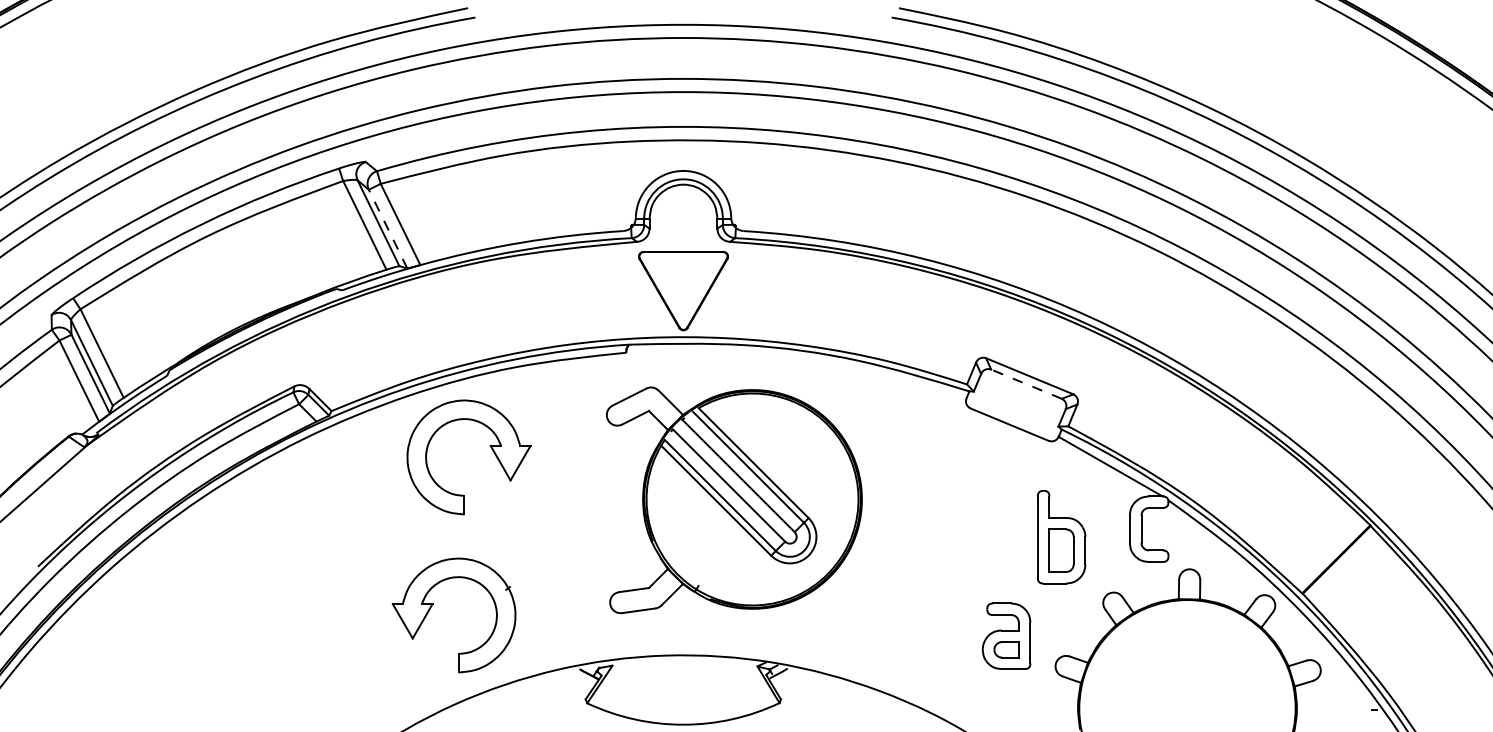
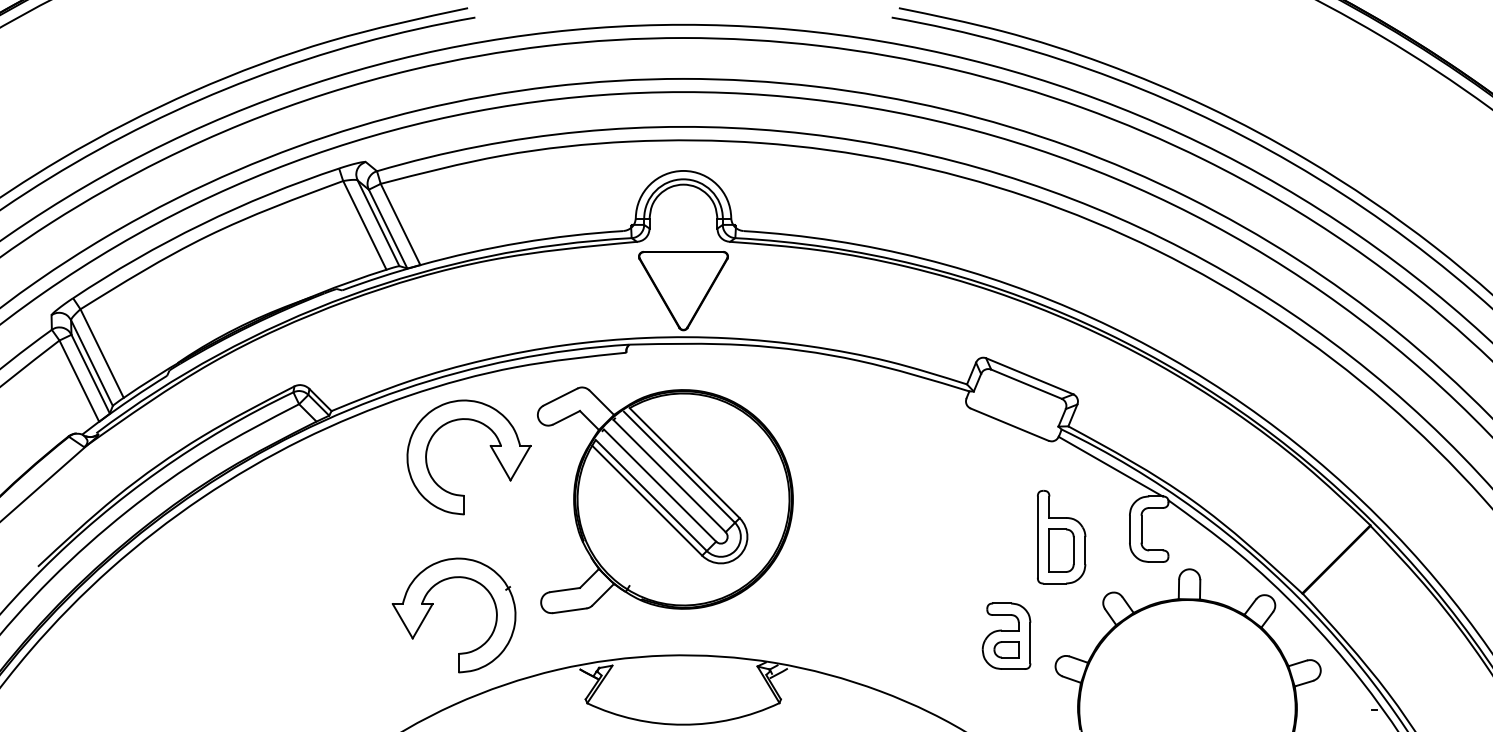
line at (388, 229): dashed -> solid
line at (1026, 384): dashed -> solid
part at (734, 500) position: (734, 500) -> (665, 500)
